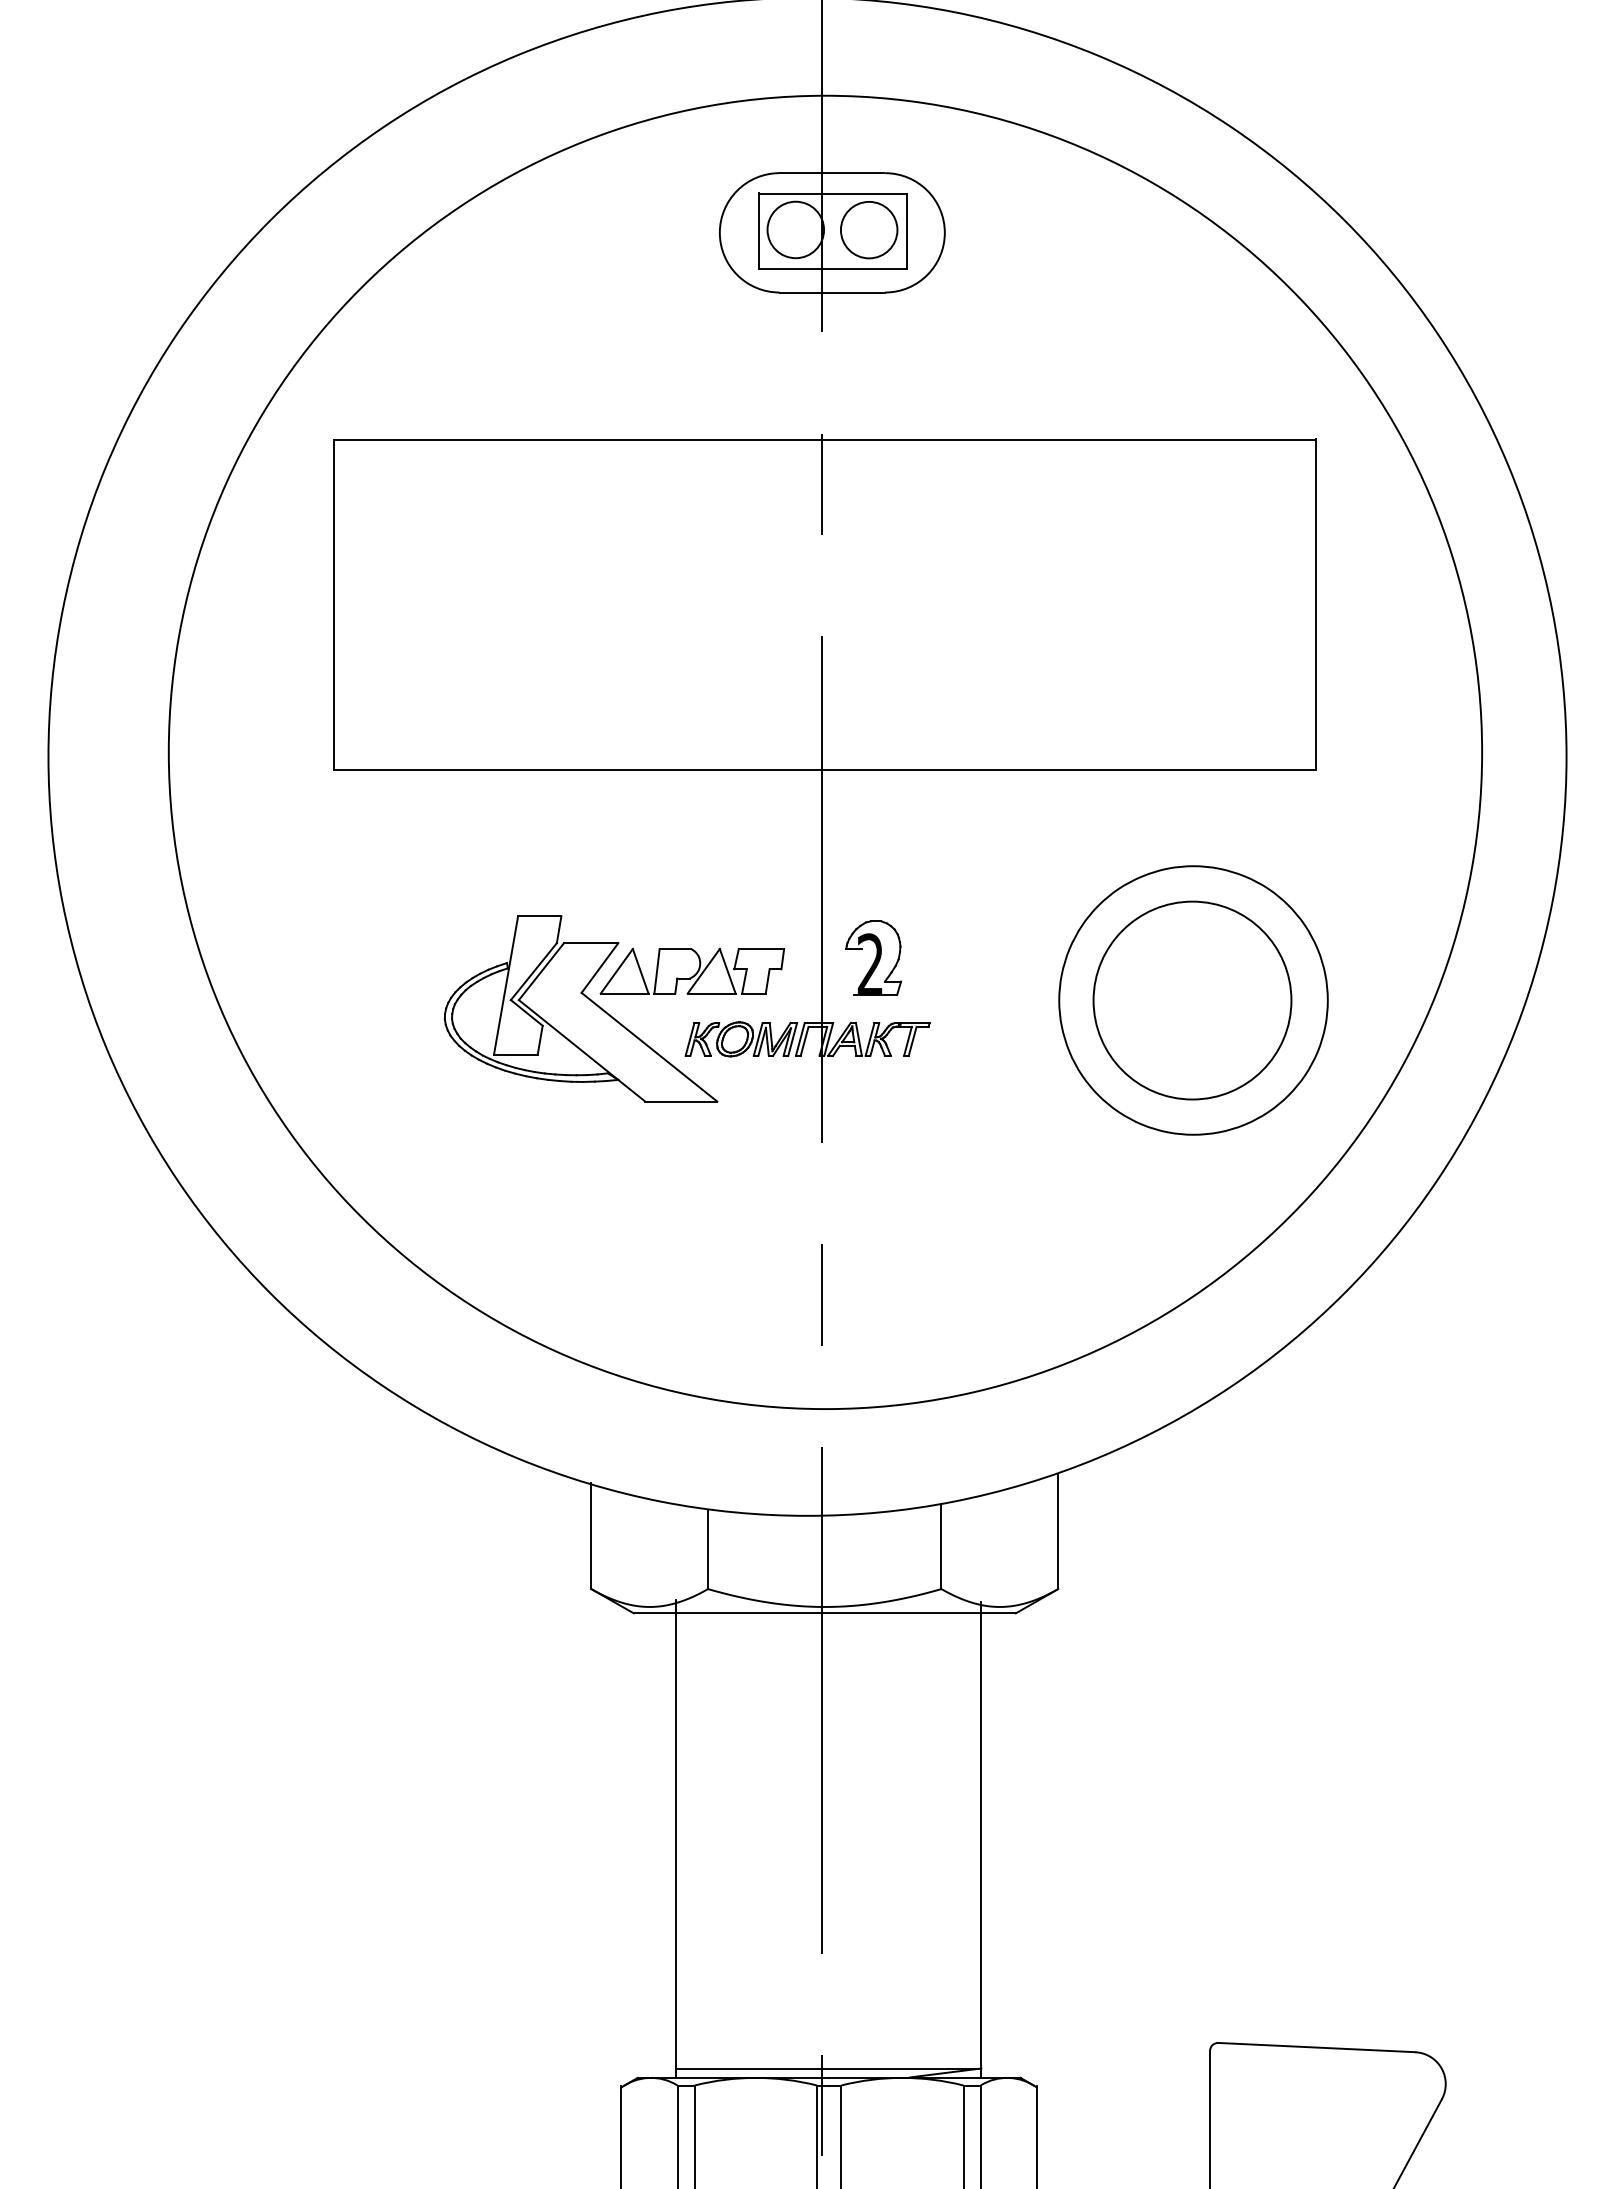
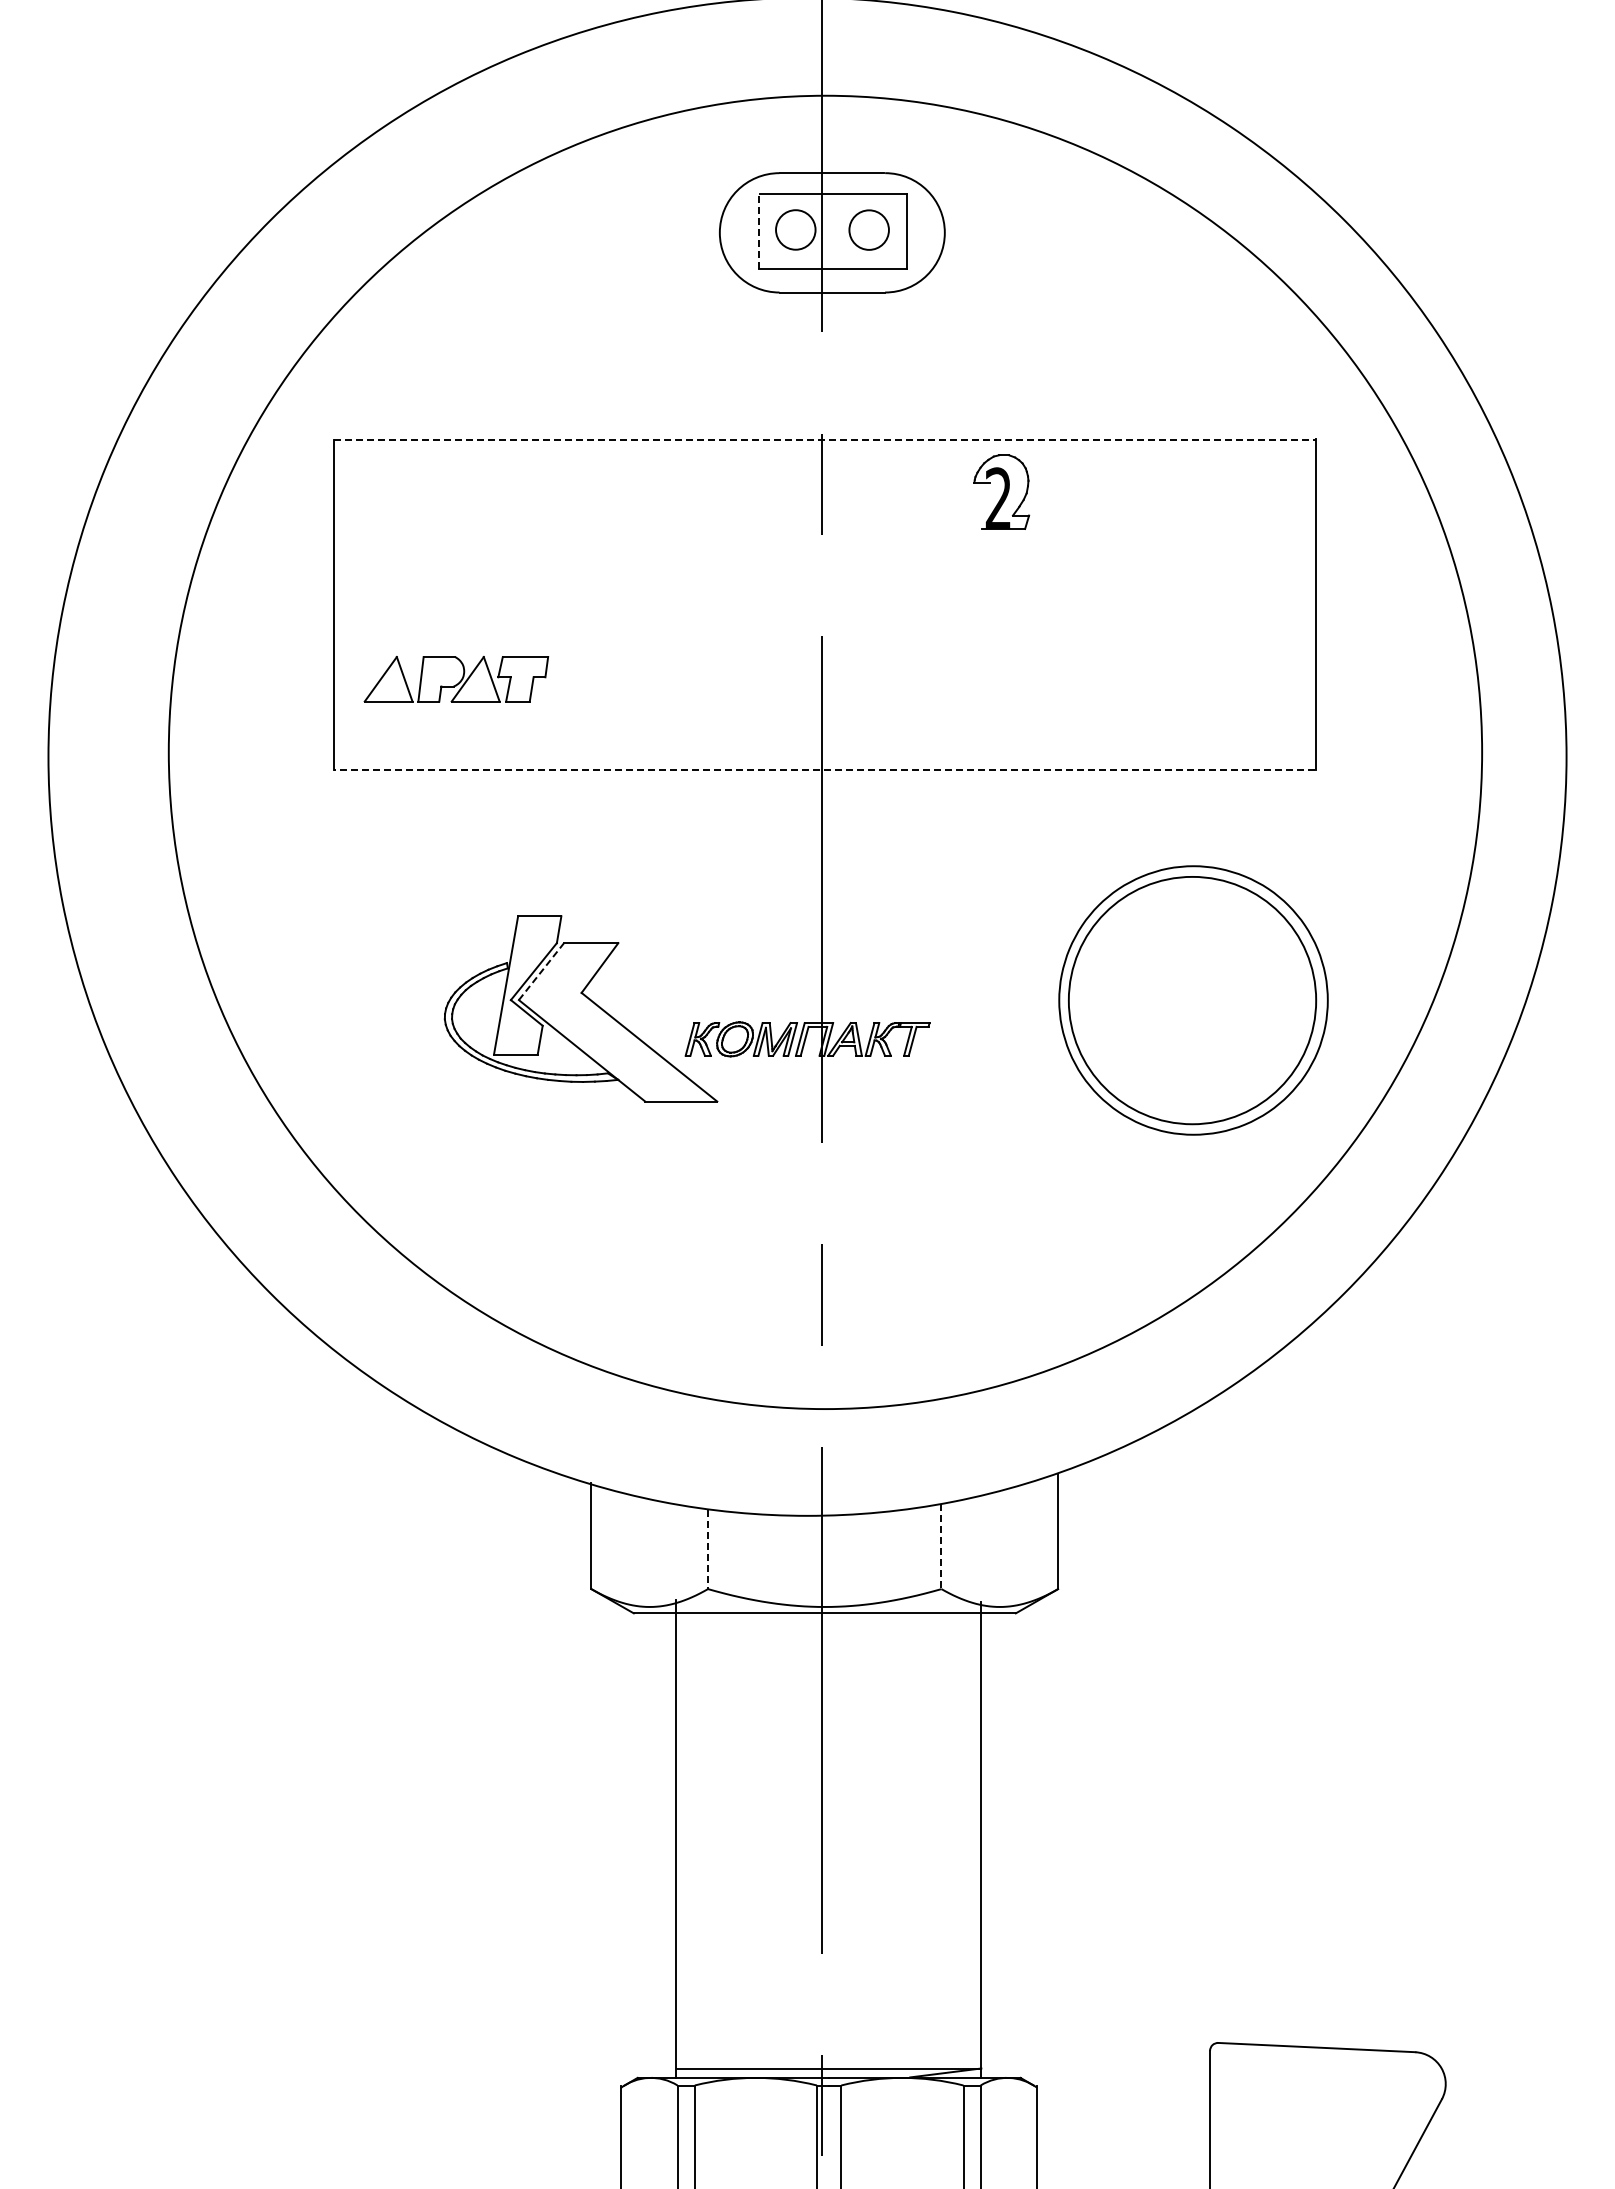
circle at (795, 229) diameter: 56 px -> 40 px
circle at (868, 229) diameter: 56 px -> 40 px
line at (759, 231): solid -> dashed
line at (824, 439): solid -> dashed
line at (824, 769): solid -> dashed
part at (873, 957) position: (873, 957) -> (1001, 491)
line at (541, 971): solid -> dashed
part at (692, 971) position: (692, 971) -> (456, 679)
circle at (1192, 1000) diameter: 198 px -> 247 px
line at (941, 1546): solid -> dashed
line at (708, 1550): solid -> dashed
